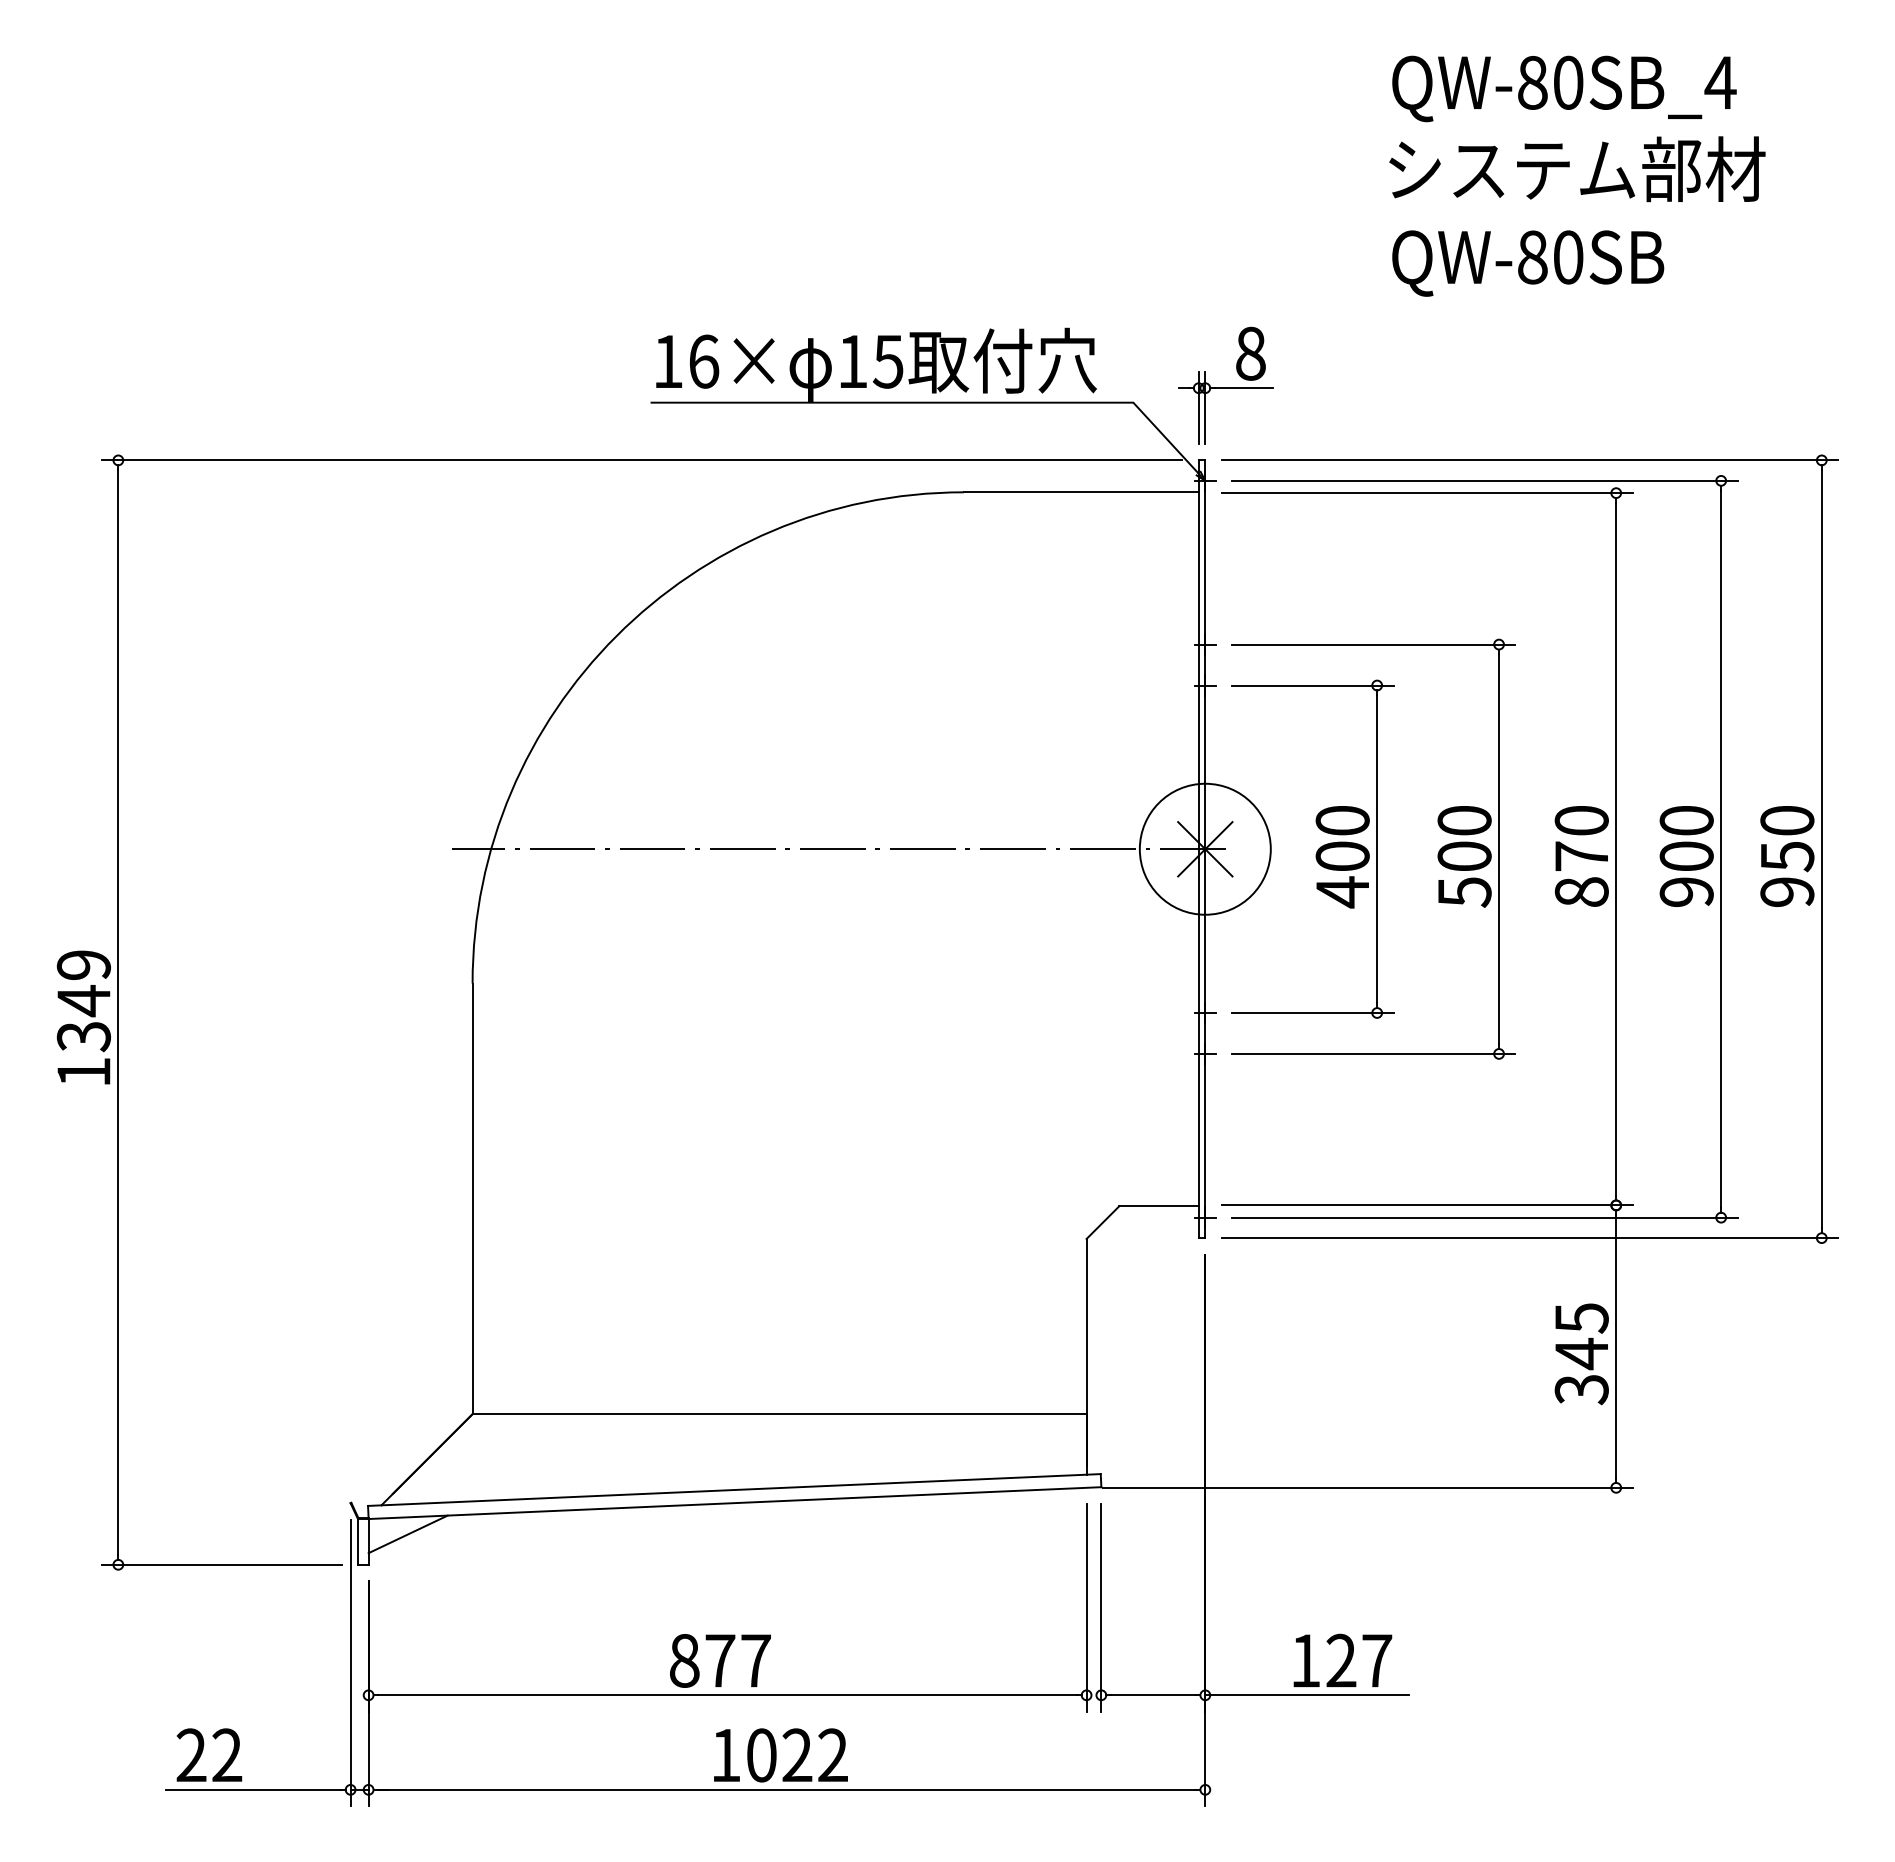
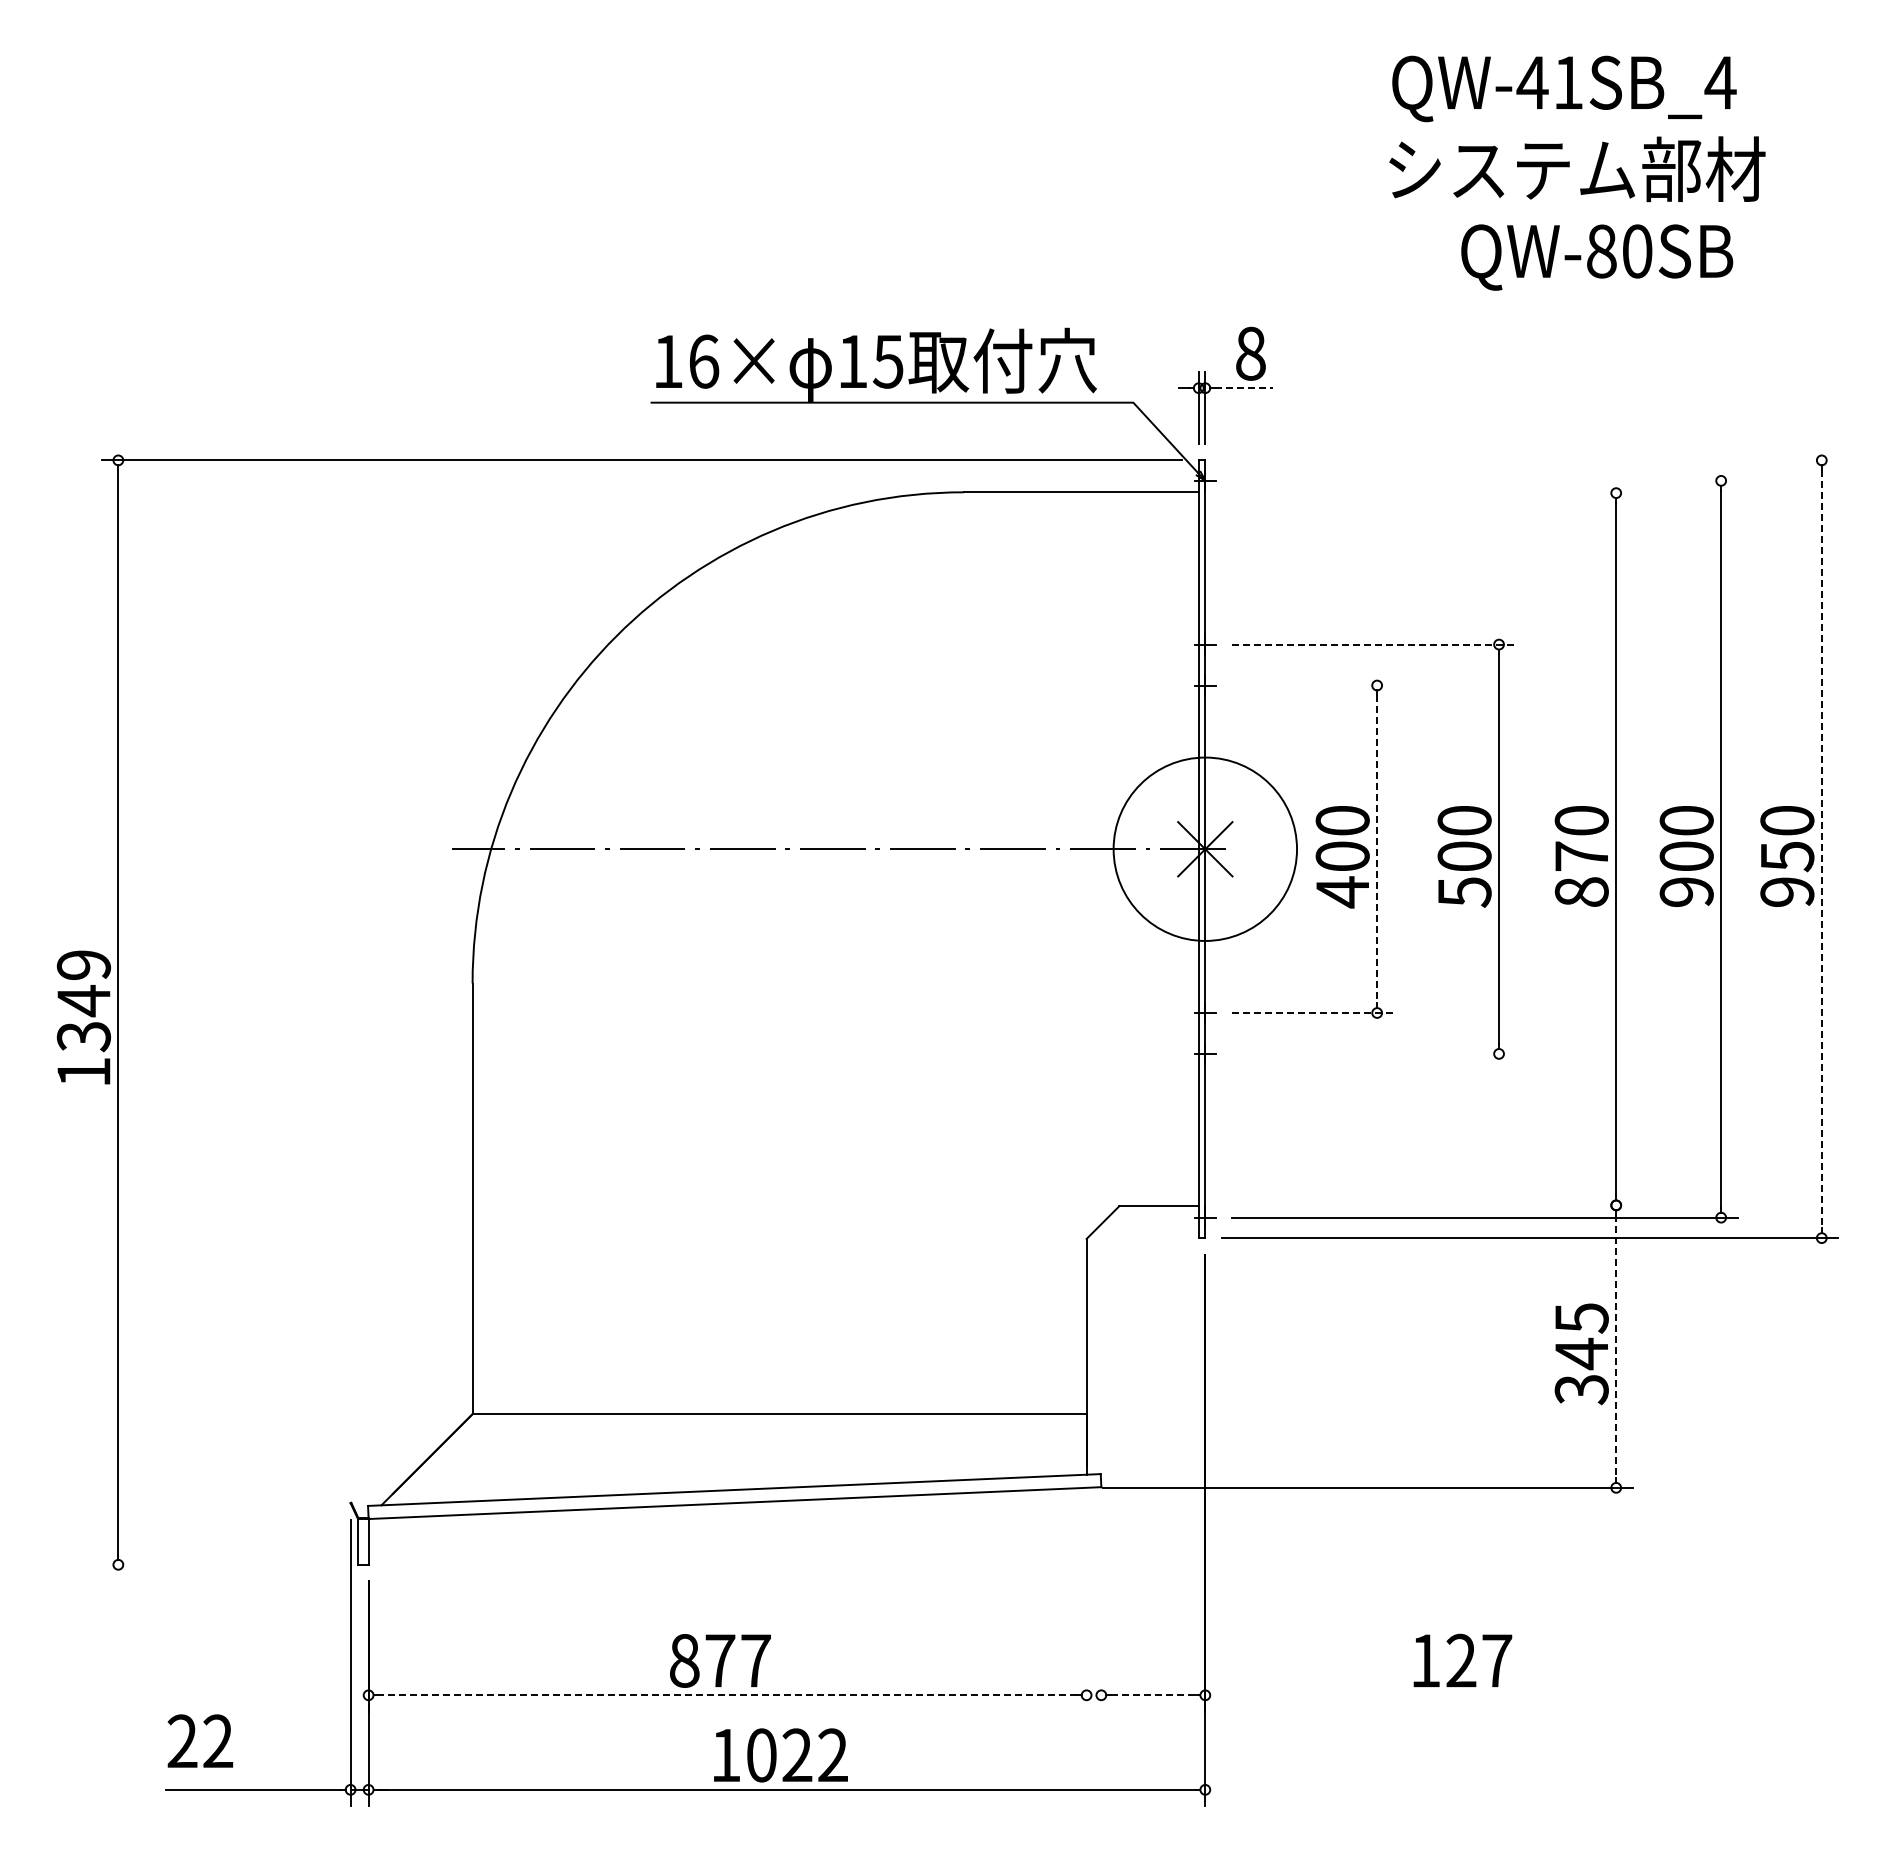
text at (1549, 82): QW-80SB_4 -> QW-41SB_4
text at (1528, 263) position: (1528, 263) -> (1597, 257)
line at (1243, 388): solid -> dashed
line at (1529, 460): present -> none
line at (1484, 480): present -> none
line at (1426, 493): present -> none
line at (1373, 644): solid -> dashed
line at (1312, 685): present -> none
circle at (1204, 848) diameter: 131 px -> 183 px
line at (1377, 849): solid -> dashed
line at (1821, 849): solid -> dashed
line at (1312, 1013): solid -> dashed
line at (1373, 1053): present -> none
line at (1426, 1205): present -> none
line at (1616, 1347): solid -> dashed
line at (407, 1534): present -> none
line at (221, 1564): present -> none
line at (1086, 1607): present -> none
line at (1101, 1607): present -> none
text at (1342, 1659) position: (1342, 1659) -> (1462, 1659)
line at (727, 1695): solid -> dashed
line at (1153, 1695): solid -> dashed
line at (1306, 1695): present -> none
text at (209, 1754) position: (209, 1754) -> (200, 1740)
